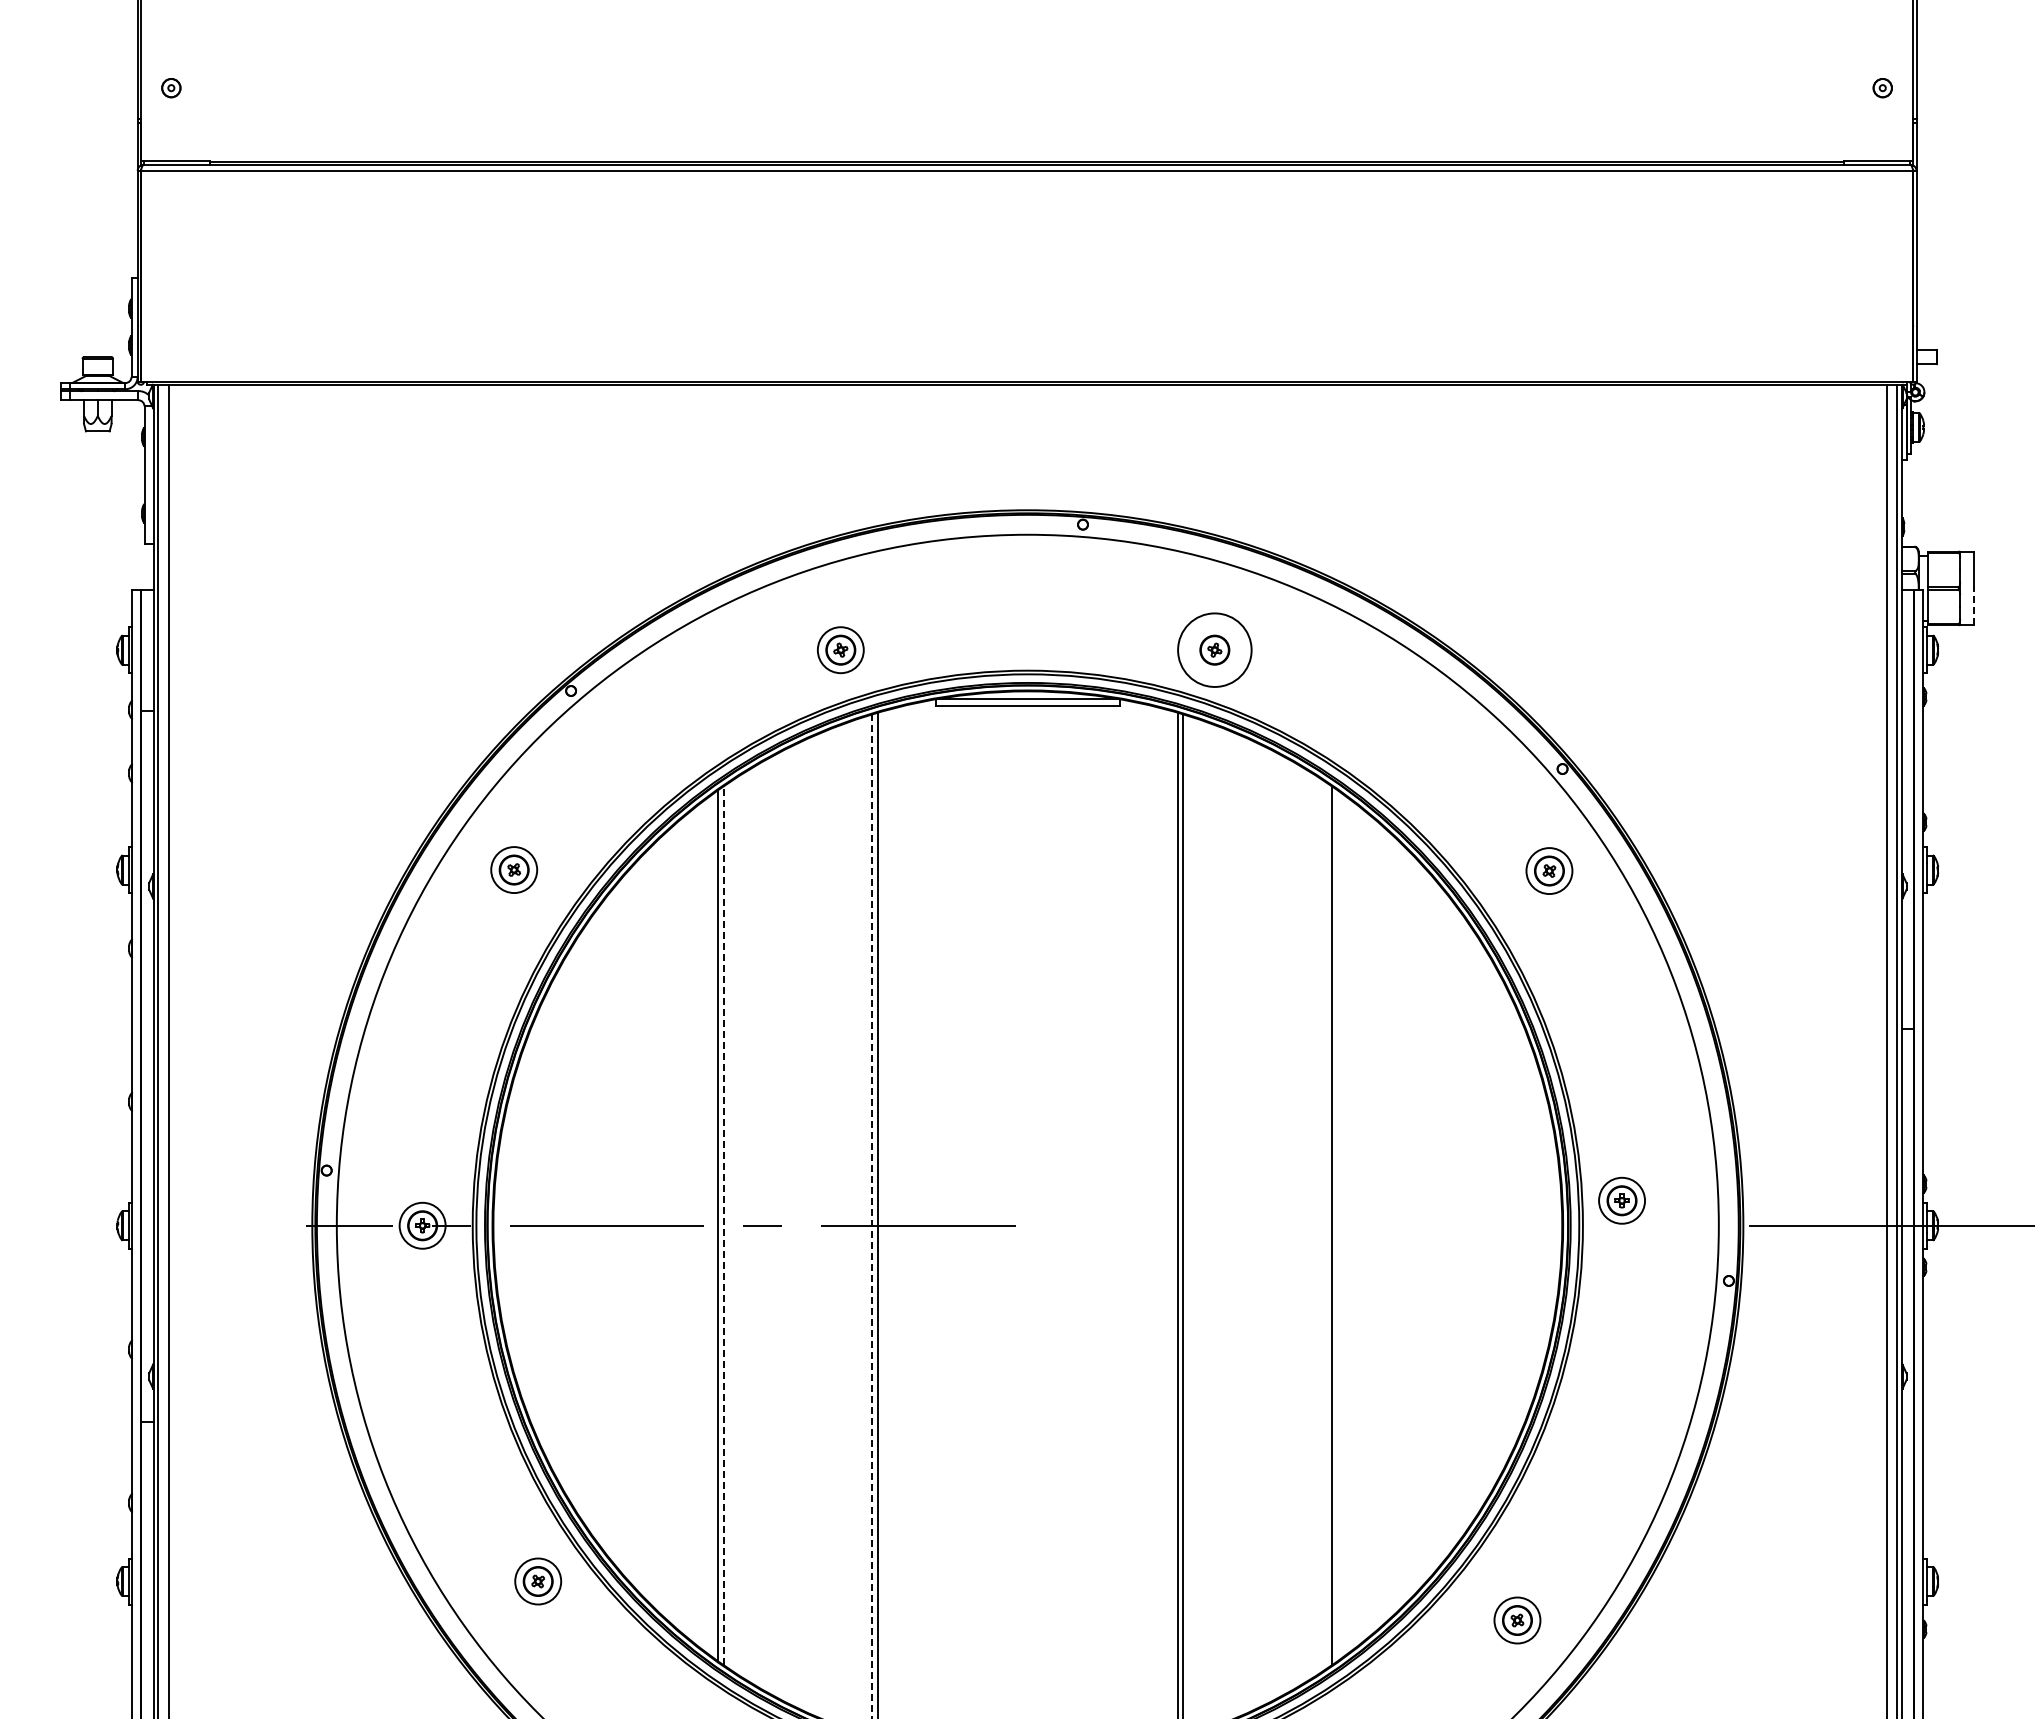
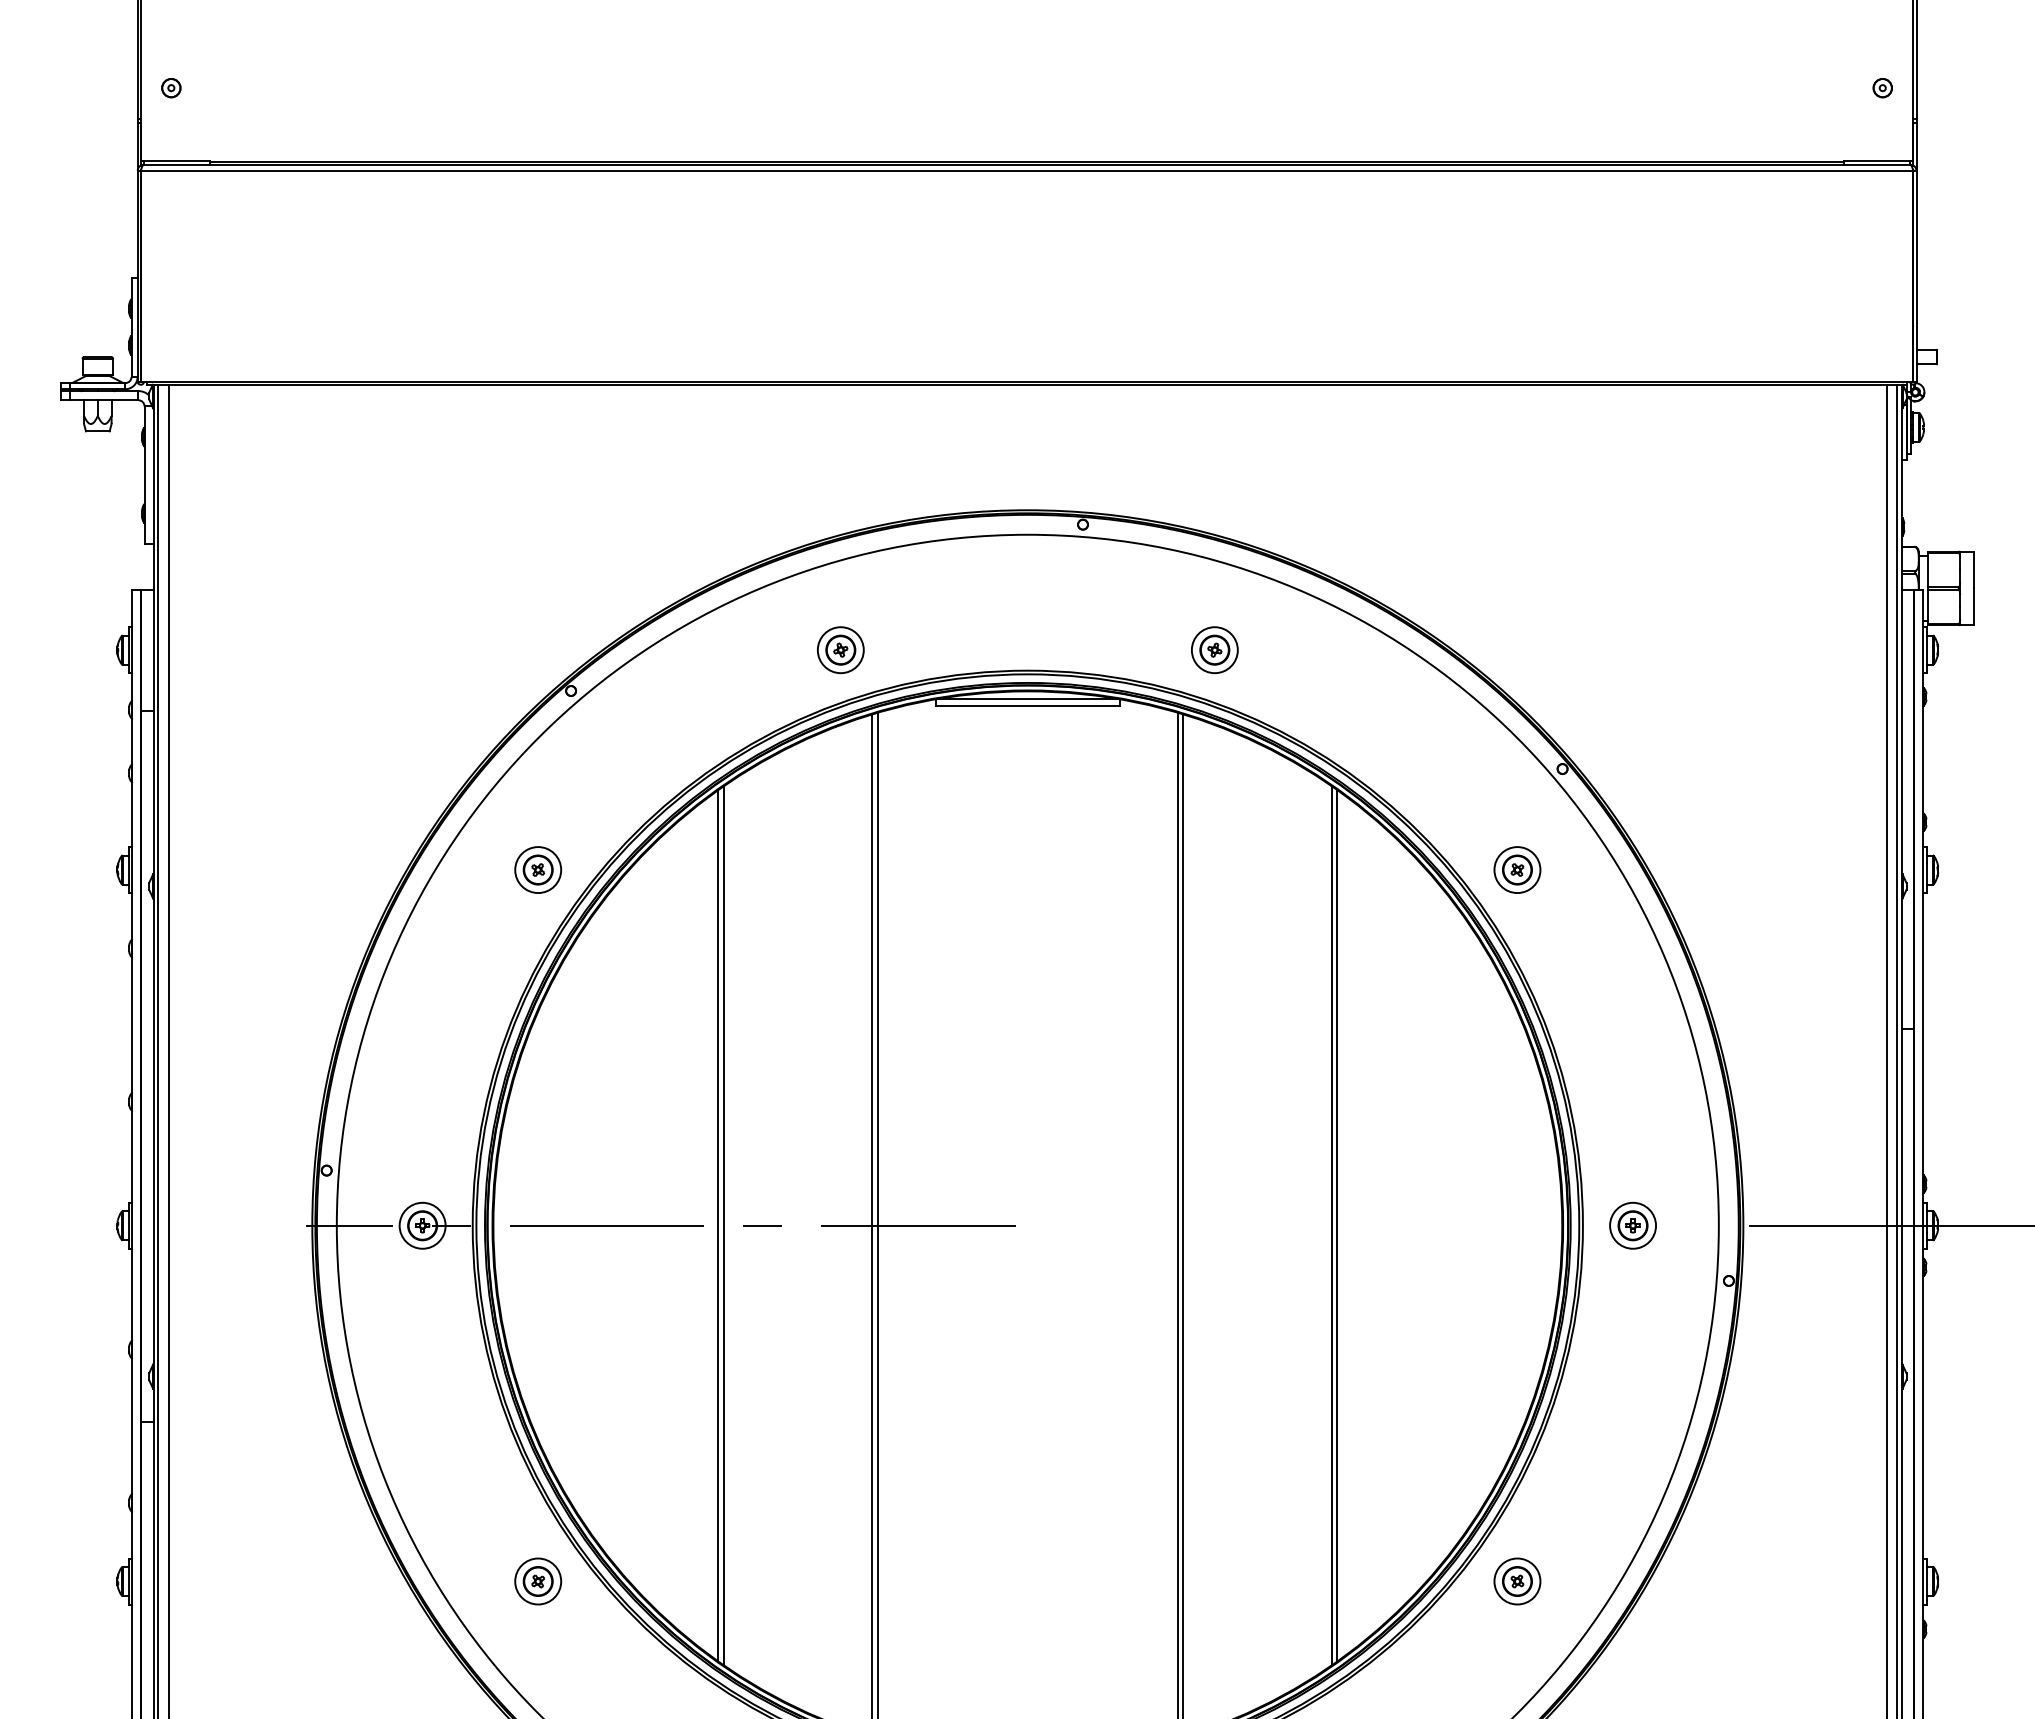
line at (1973, 606): dashed -> solid
circle at (1214, 649) diameter: 74 px -> 46 px
part at (514, 869) position: (514, 869) -> (538, 869)
part at (1549, 870) position: (1549, 870) -> (1517, 869)
part at (1621, 1200) position: (1621, 1200) -> (1632, 1225)
line at (872, 1216): dashed -> solid
line at (723, 1225): dashed -> solid
line at (1337, 1225): none -> present
part at (1517, 1620) position: (1517, 1620) -> (1517, 1581)
